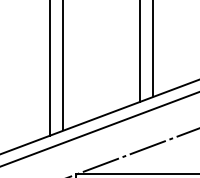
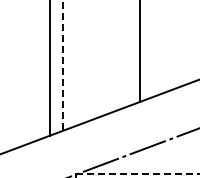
line at (153, 49): present -> none
line at (63, 65): solid -> dashed
line at (99, 129): present -> none
line at (138, 174): solid -> dashed
